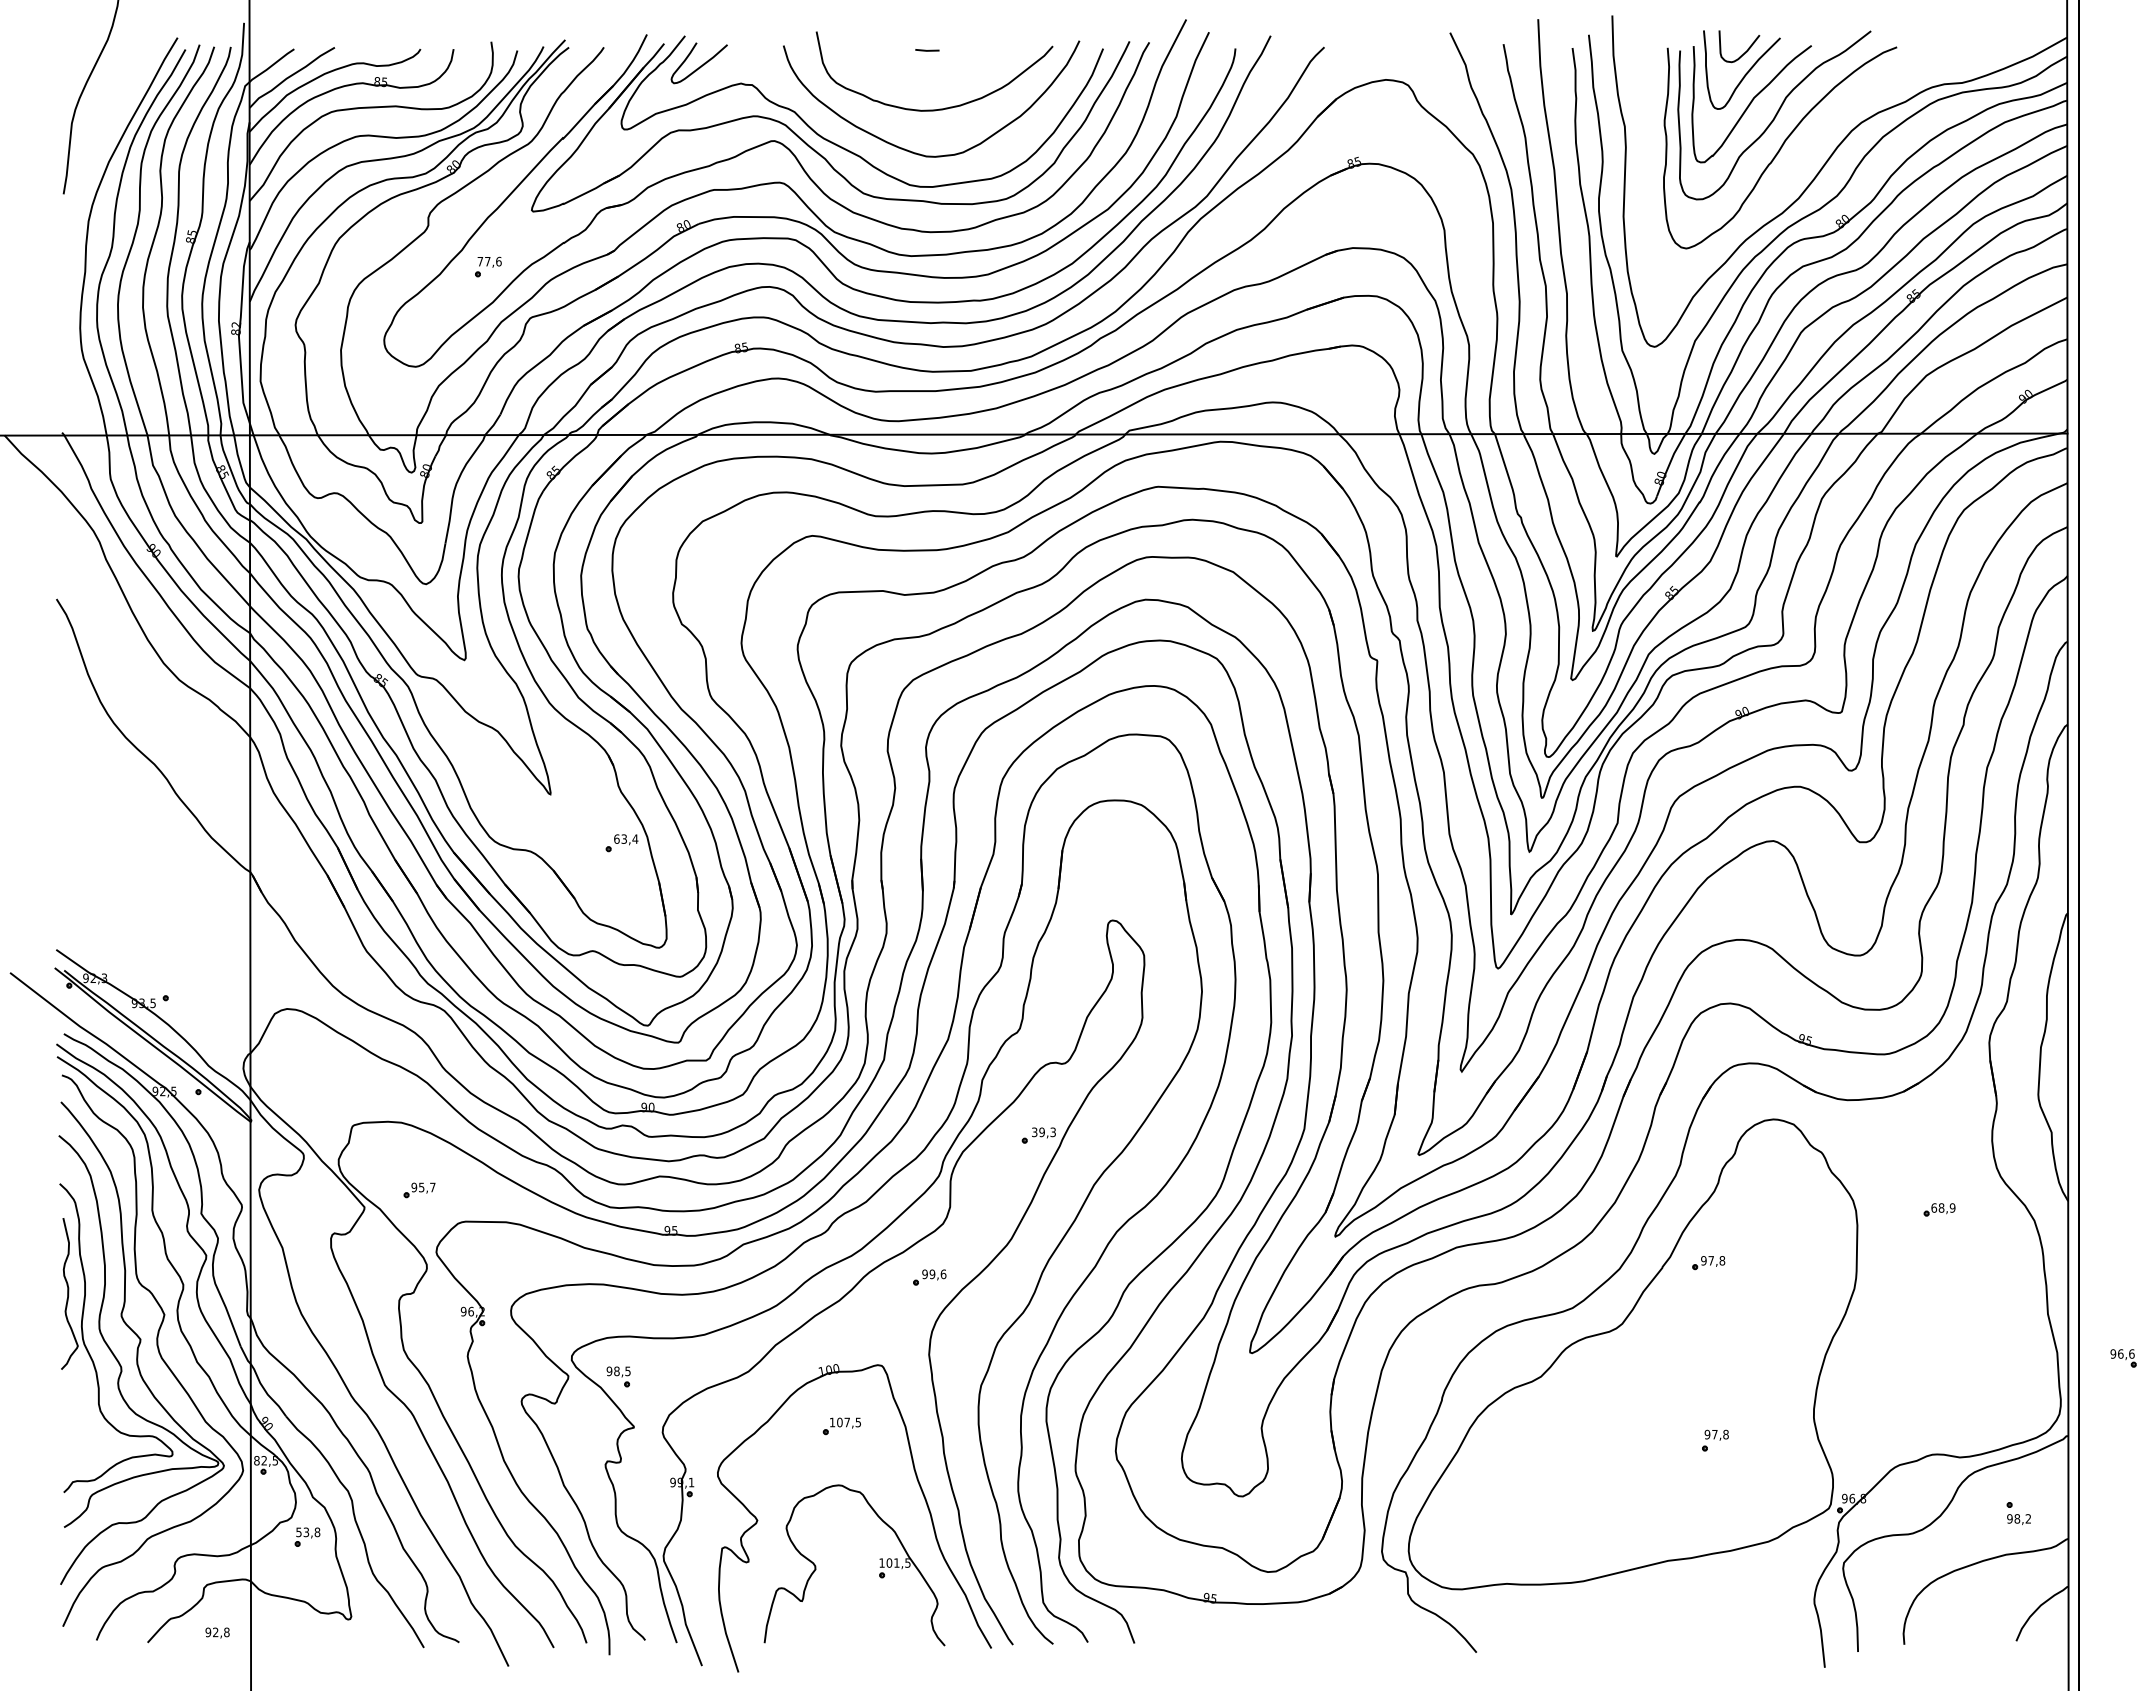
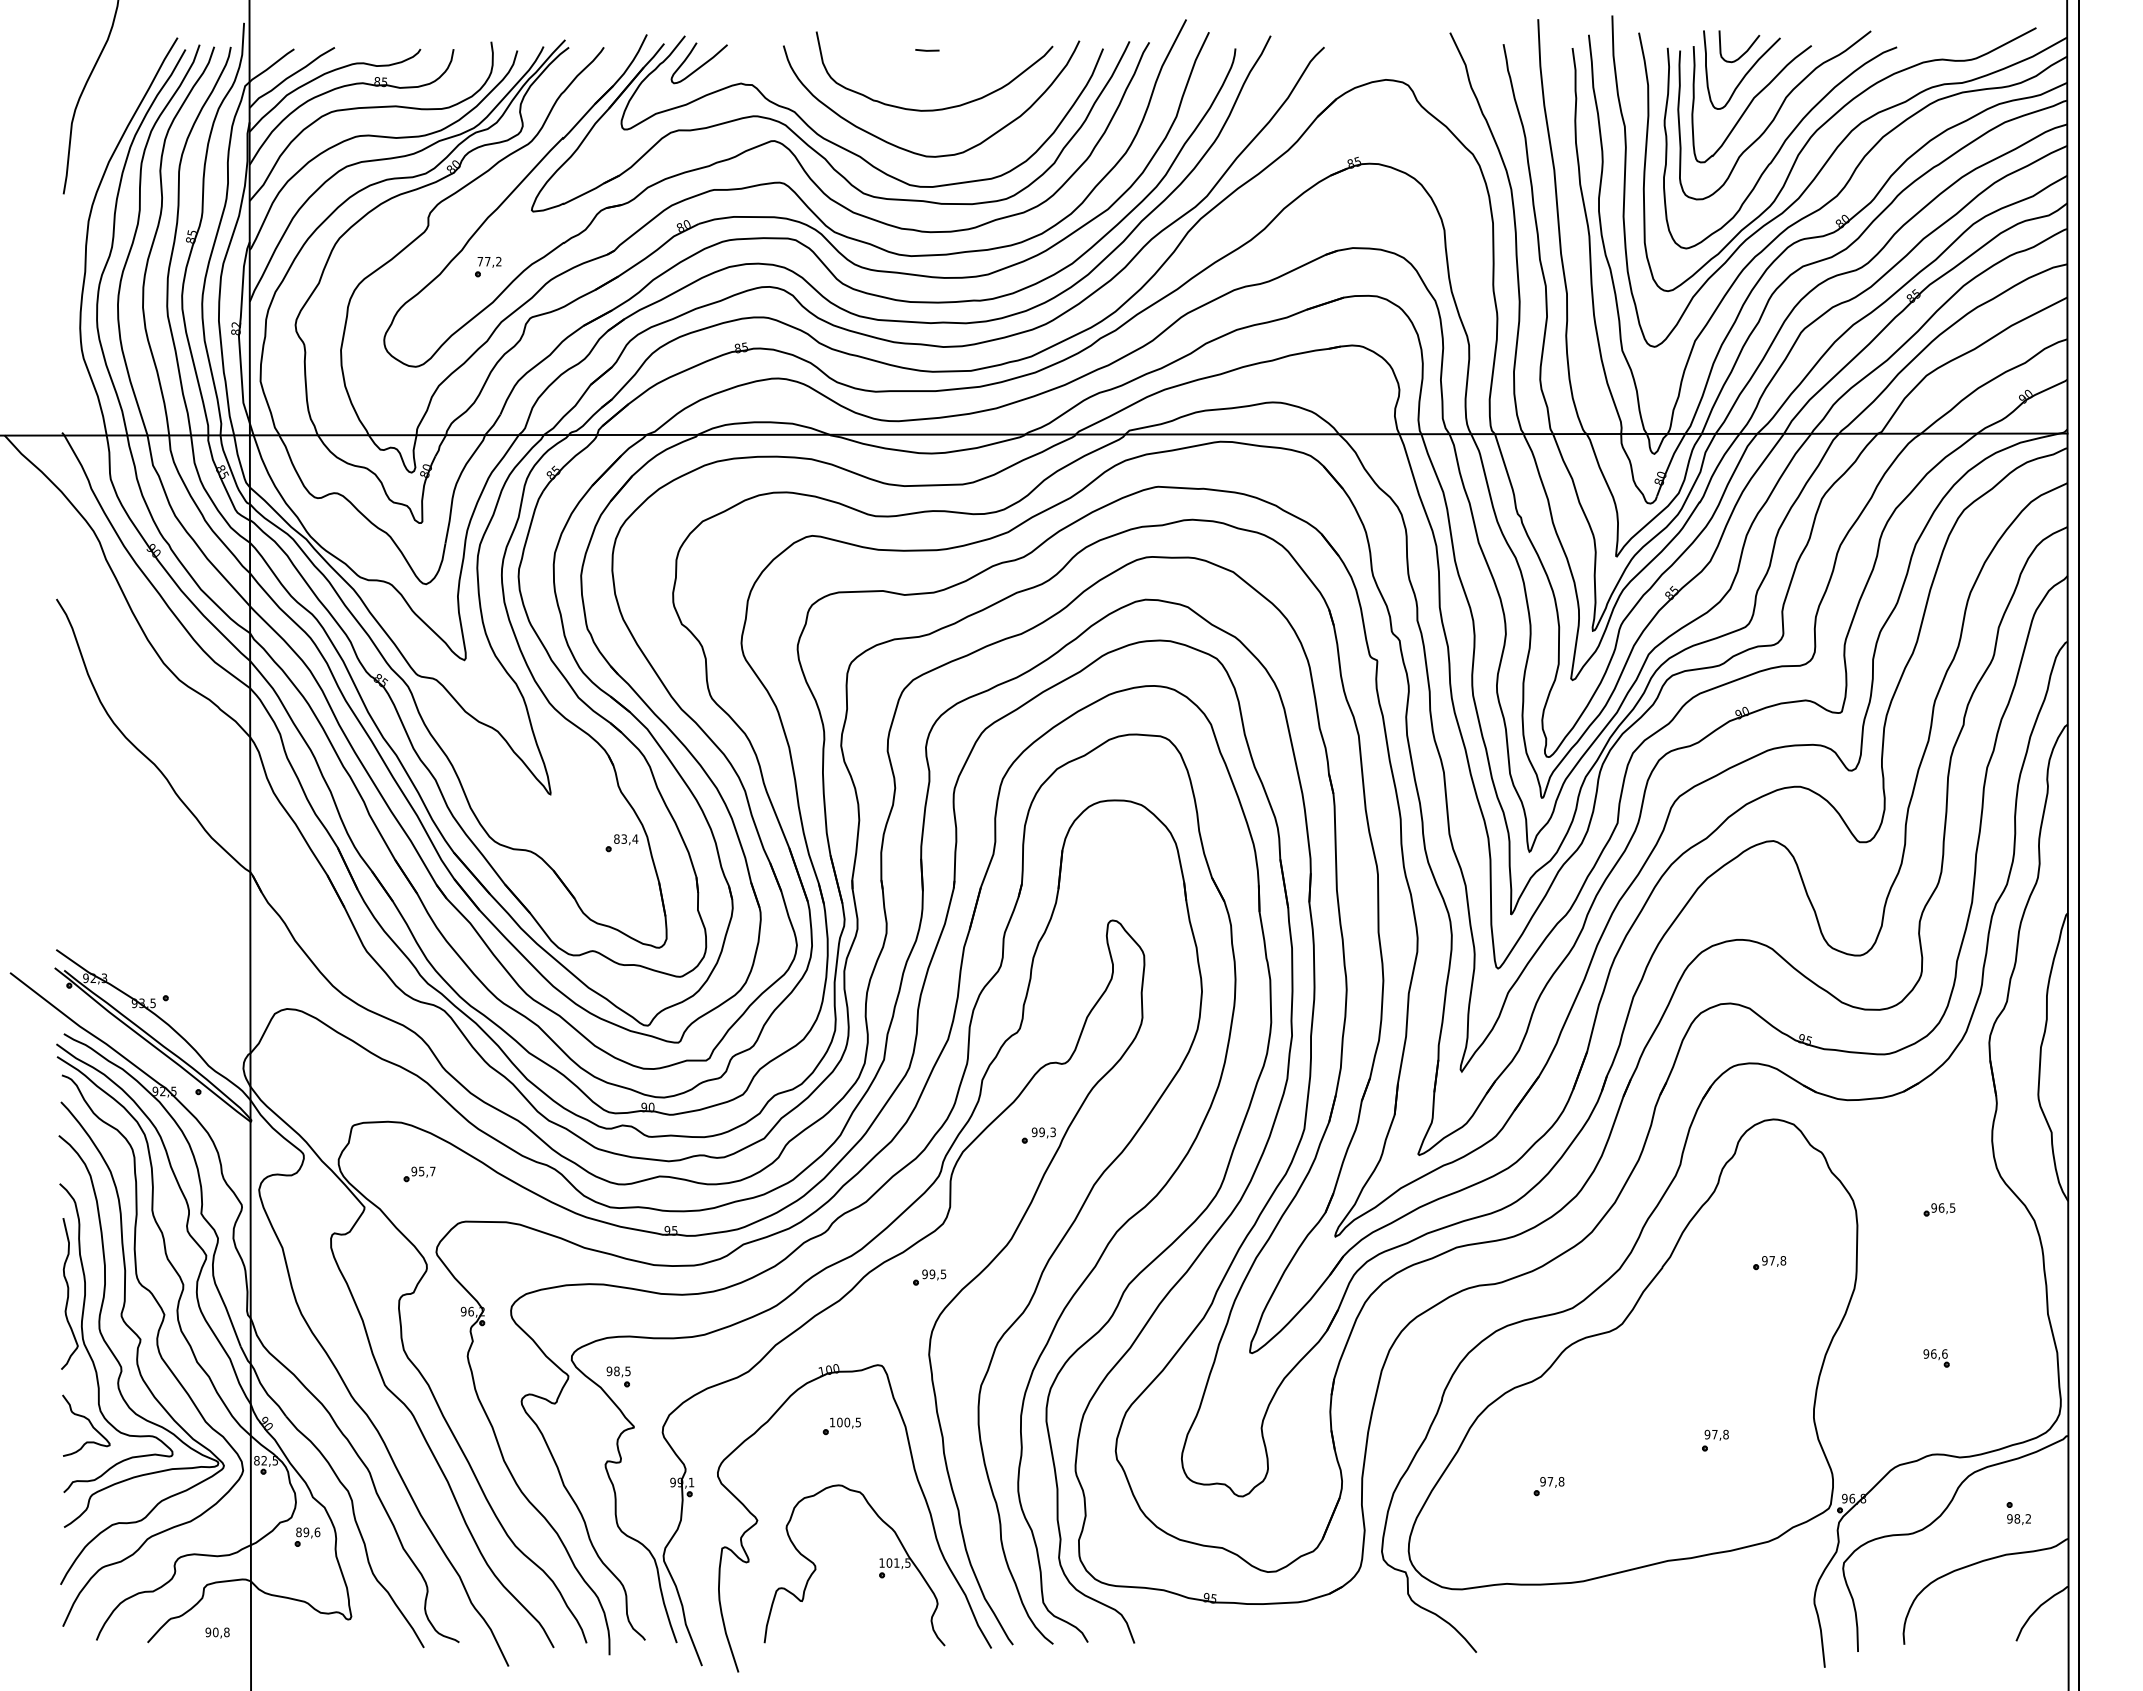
curve at (1809, 141): none -> present
text at (498, 261): 77,6 -> 77,2
text at (616, 838): 63,4 -> 83,4
text at (1034, 1131): 39,3 -> 99,3
part at (419, 1190) position: (419, 1190) -> (419, 1174)
text at (1943, 1207): 68,9 -> 96,5
part at (1708, 1263) position: (1708, 1263) -> (1769, 1263)
text at (943, 1274): 99,6 -> 99,5
part at (2123, 1358) position: (2123, 1358) -> (1936, 1358)
text at (847, 1422): 107,5 -> 100,5
curve at (89, 1423): none -> present
part at (1548, 1486): none -> present
text at (308, 1532): 53,8 -> 89,6
text at (215, 1632): 92,8 -> 90,8
